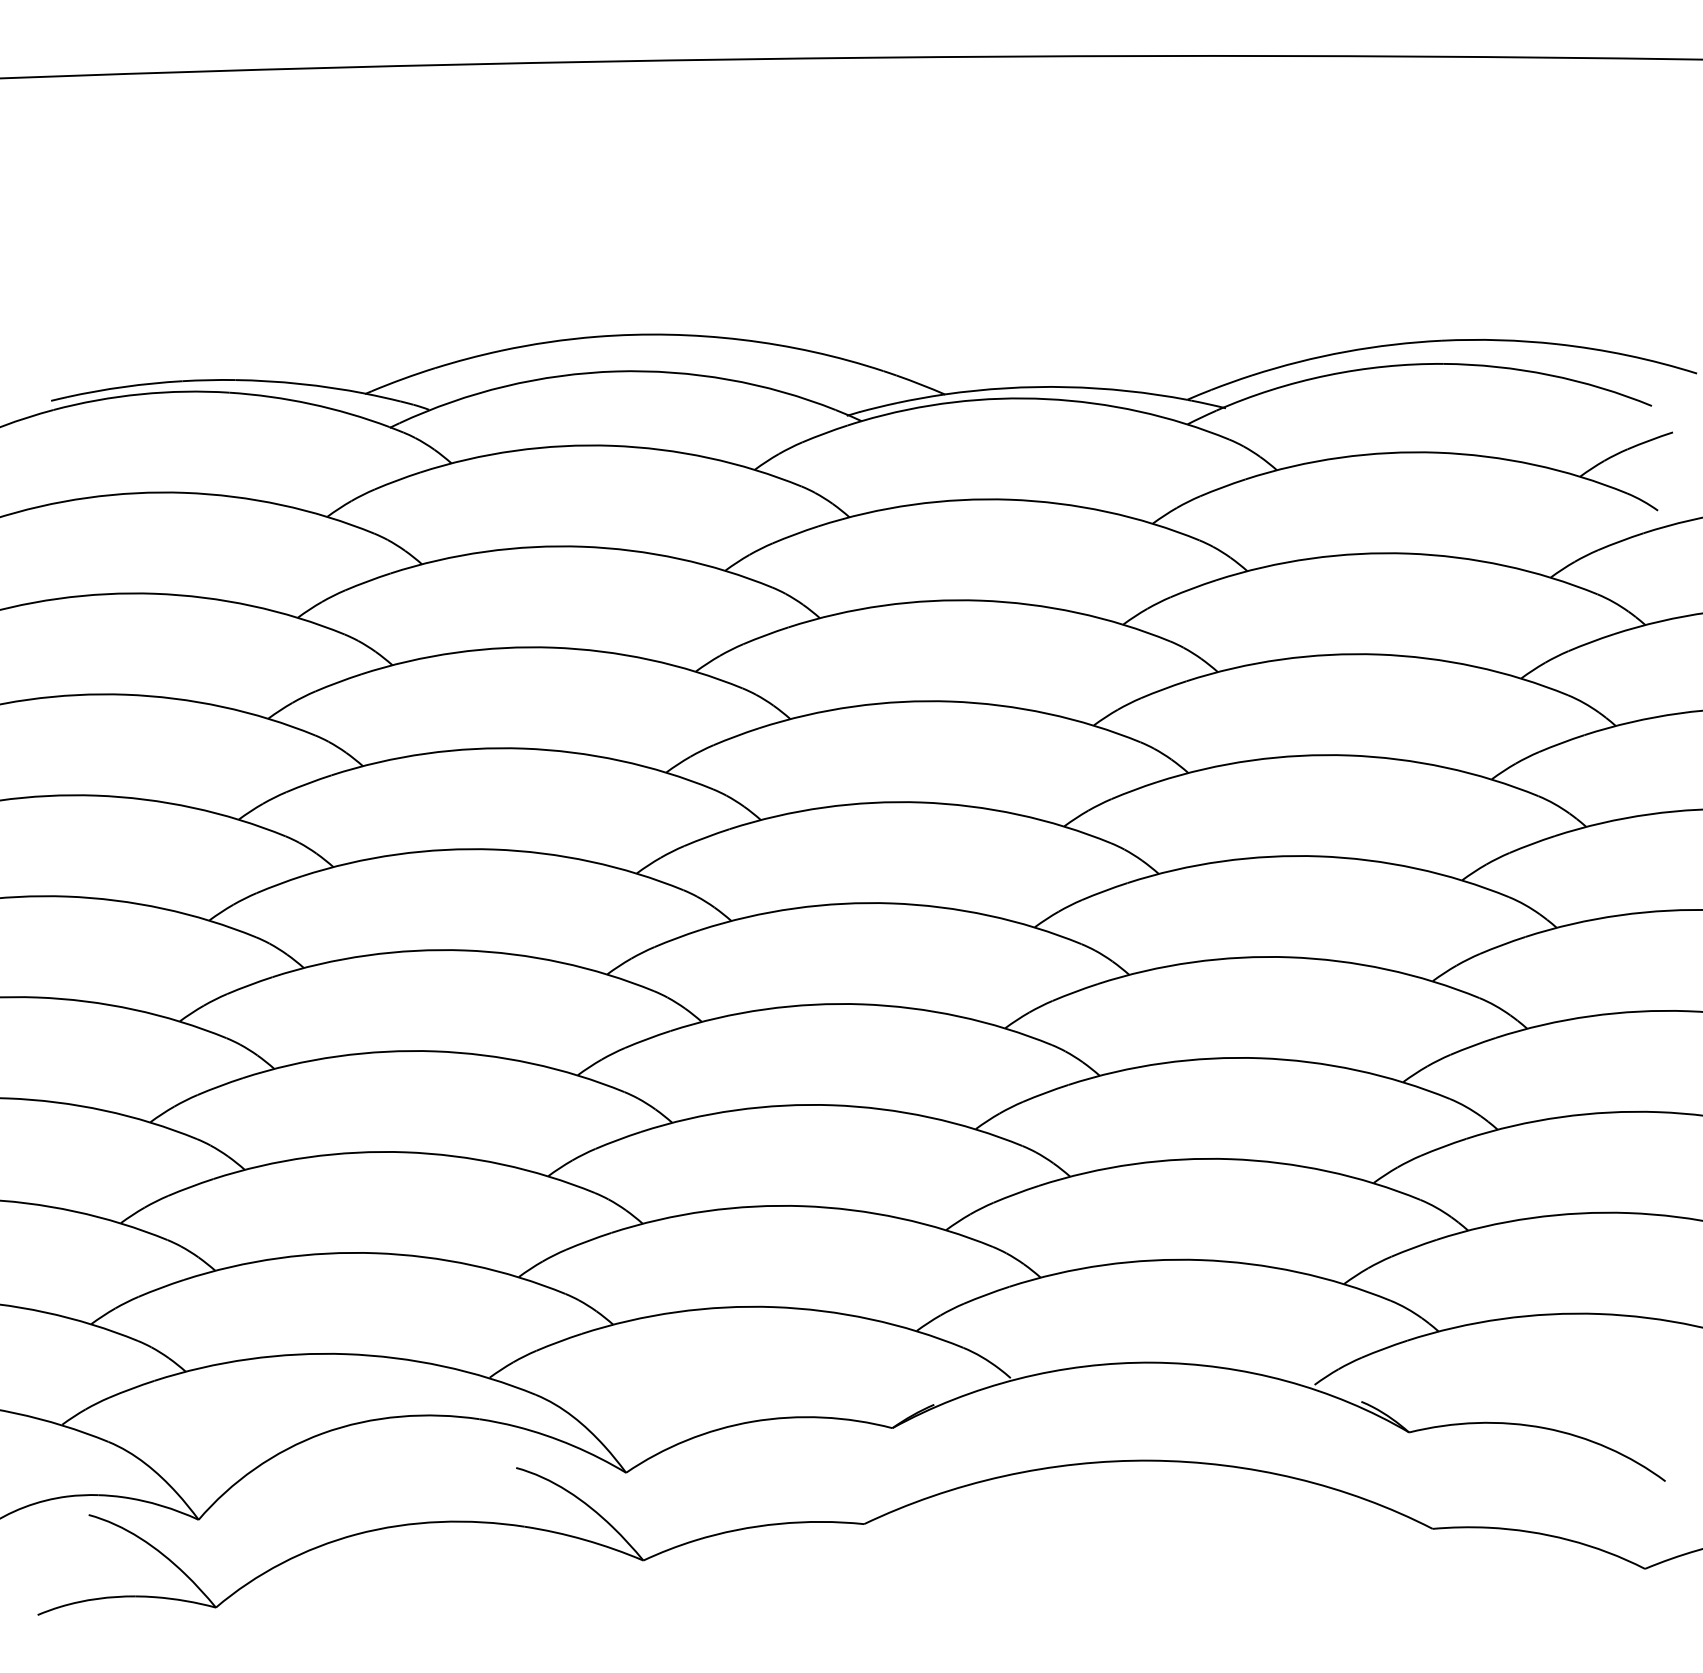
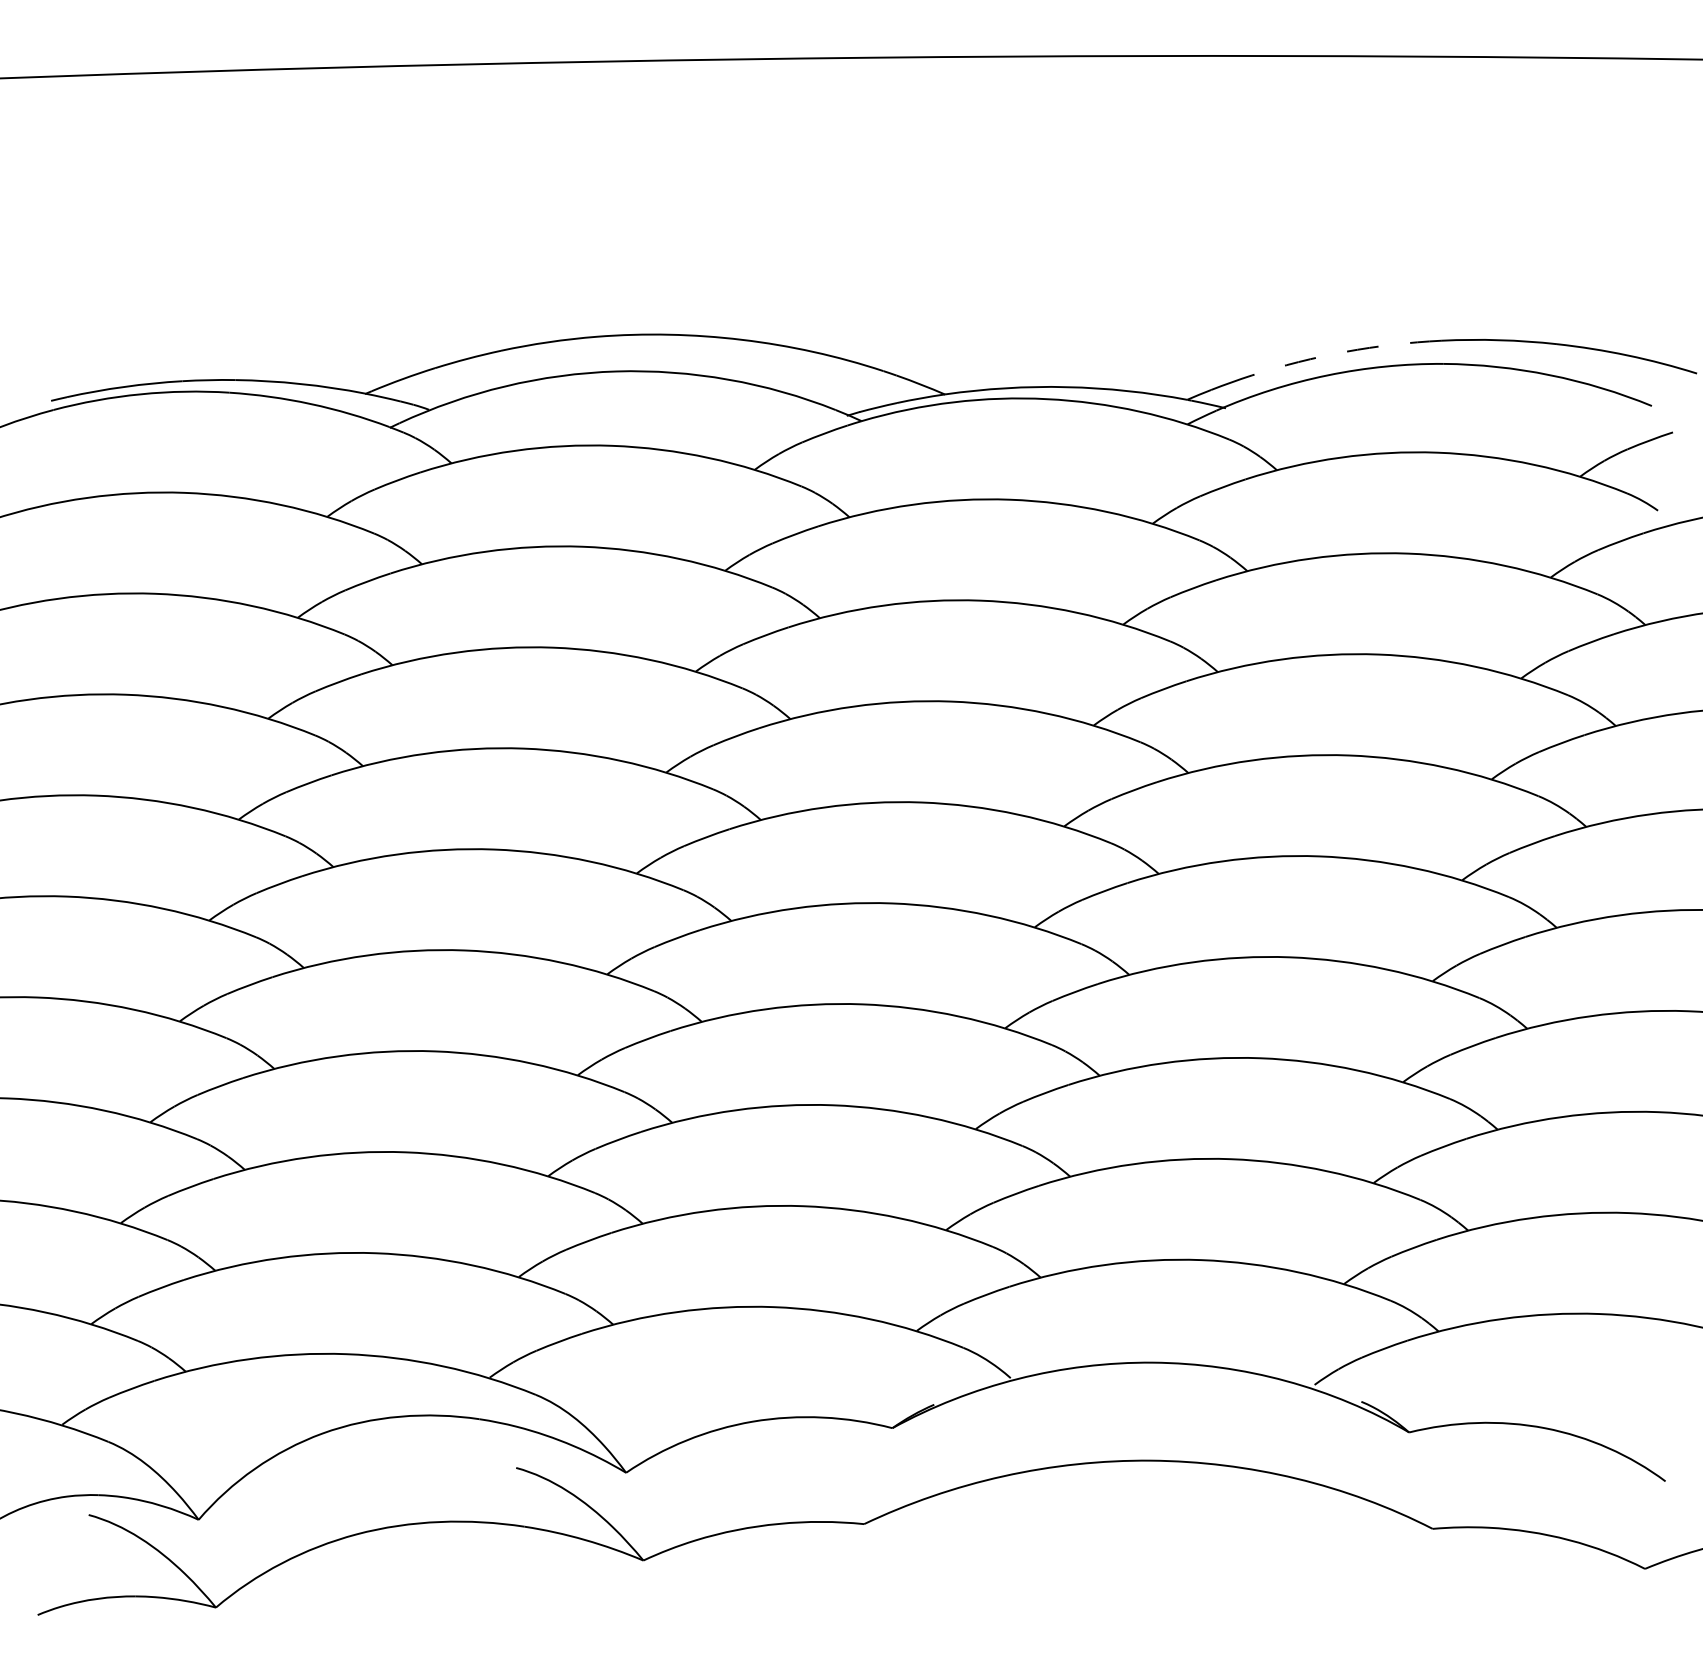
arc at (1345, 351): solid -> dashed
